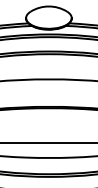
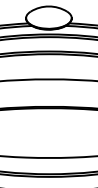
line at (48, 143): present -> none
